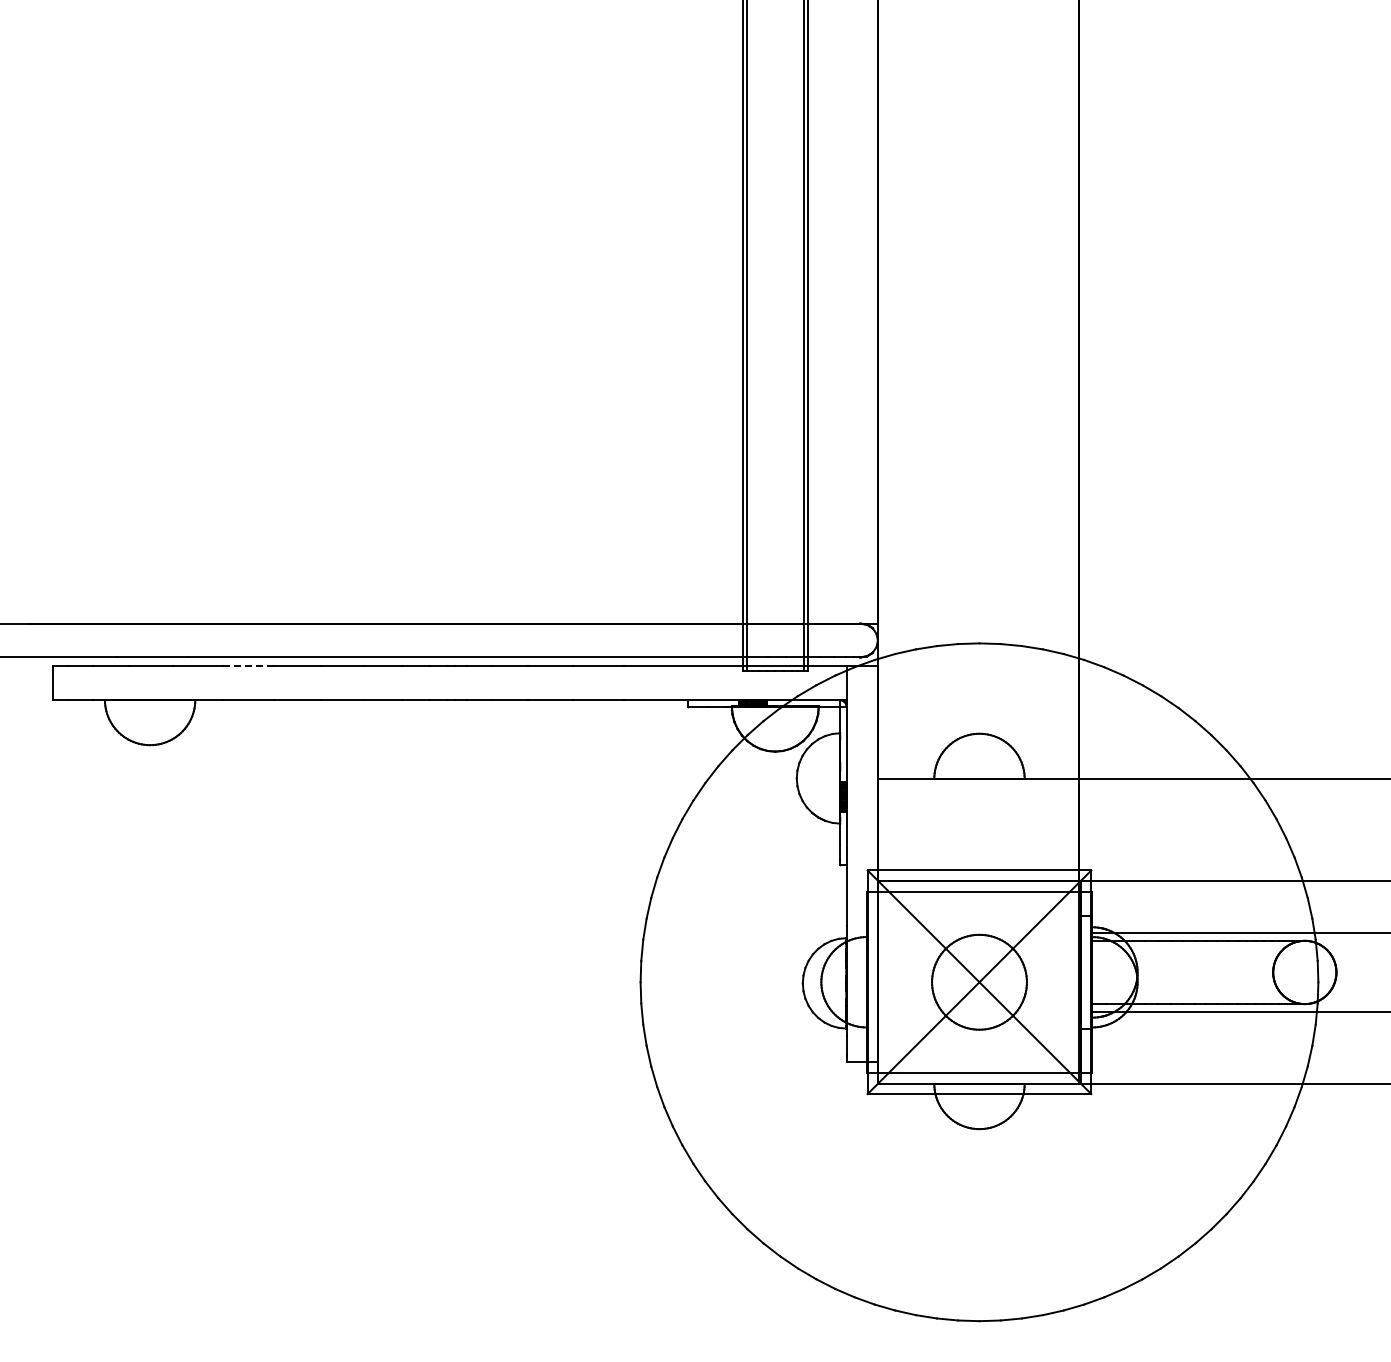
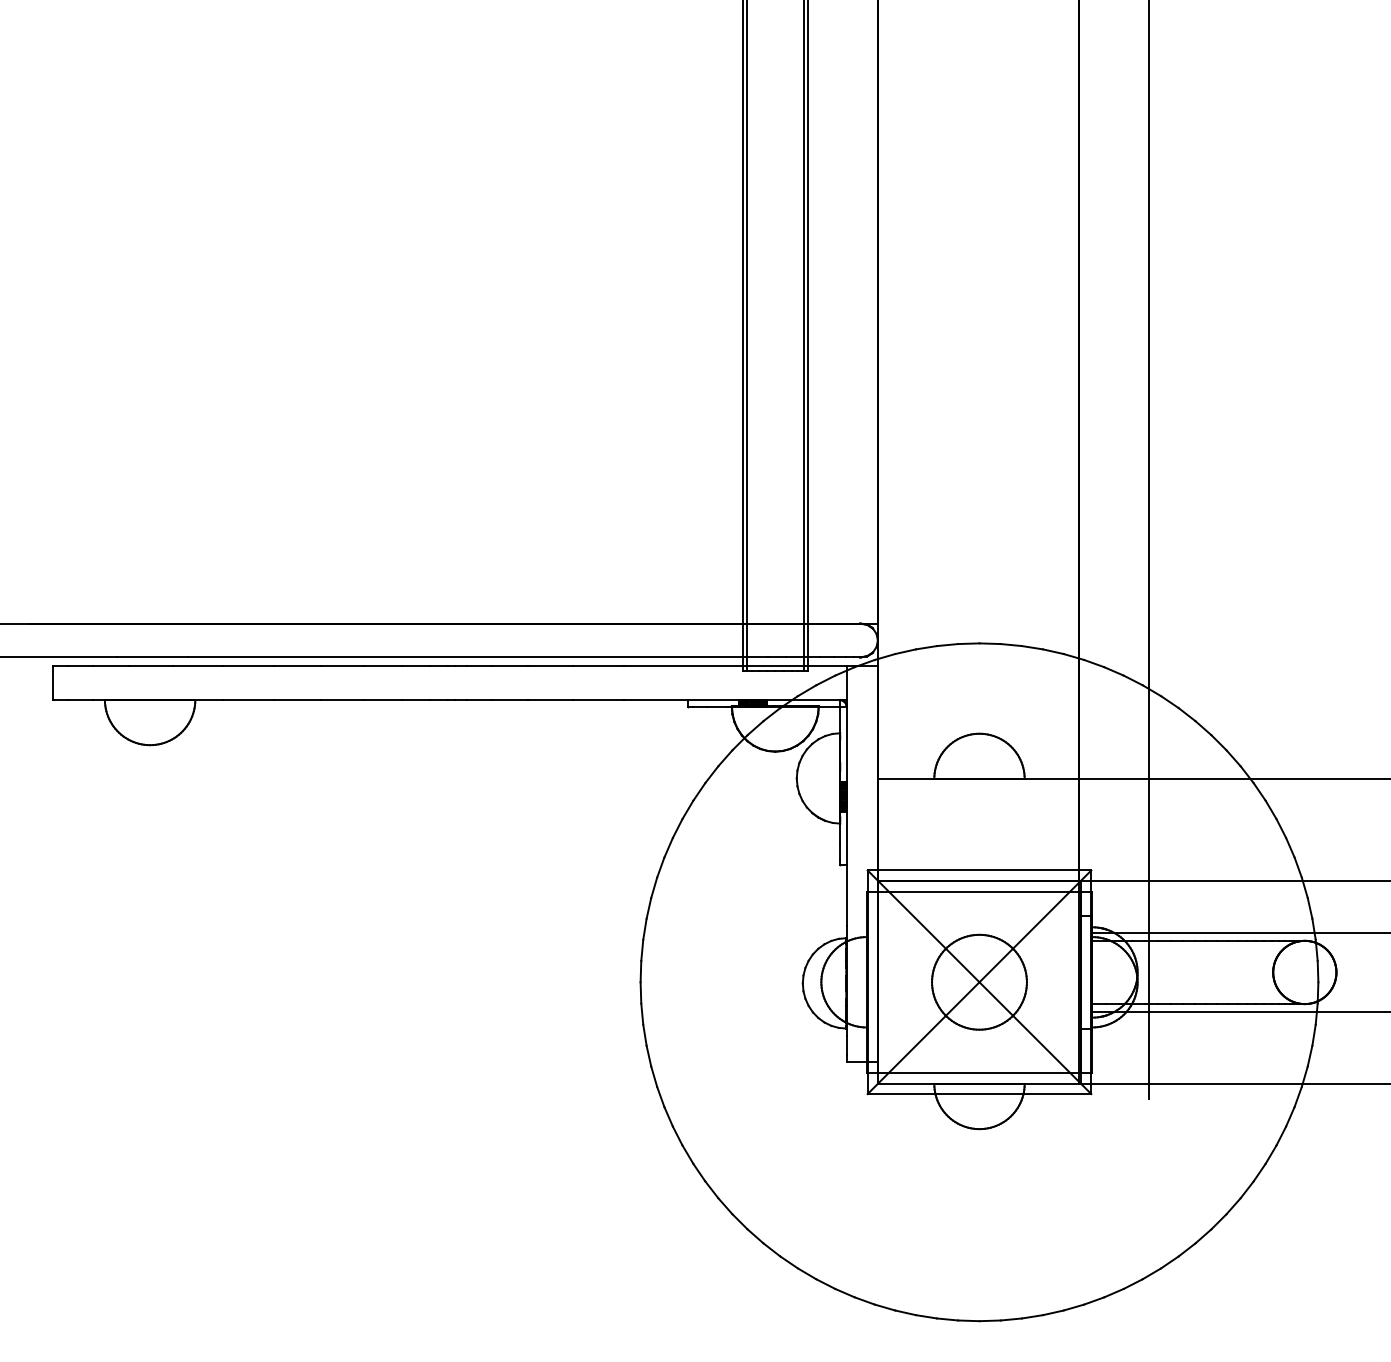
line at (1148, 550): none -> present
line at (248, 666): dashed -> solid
